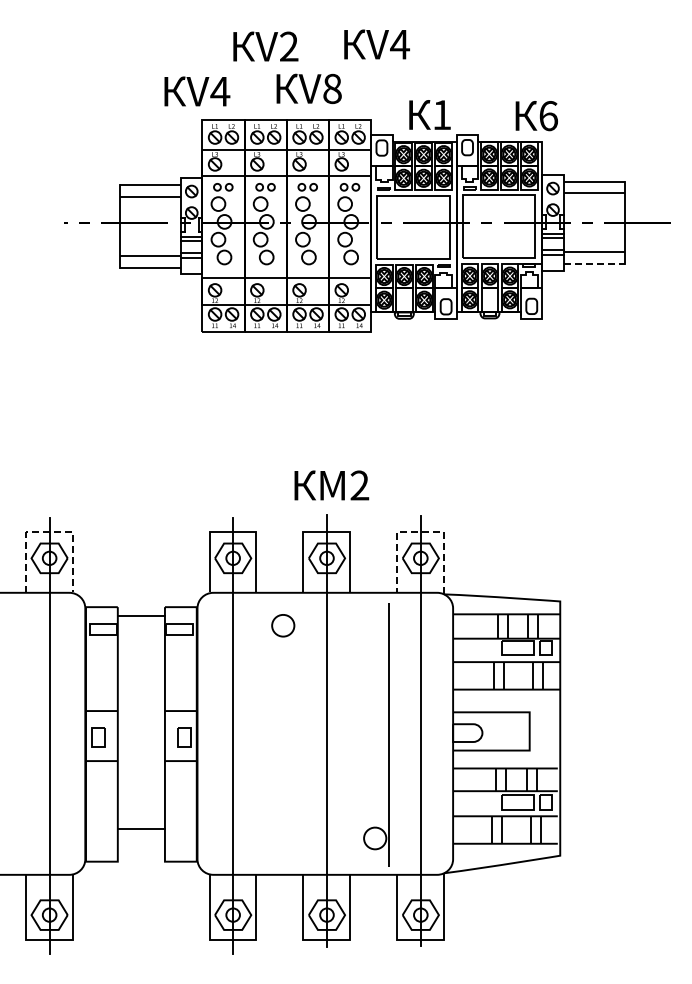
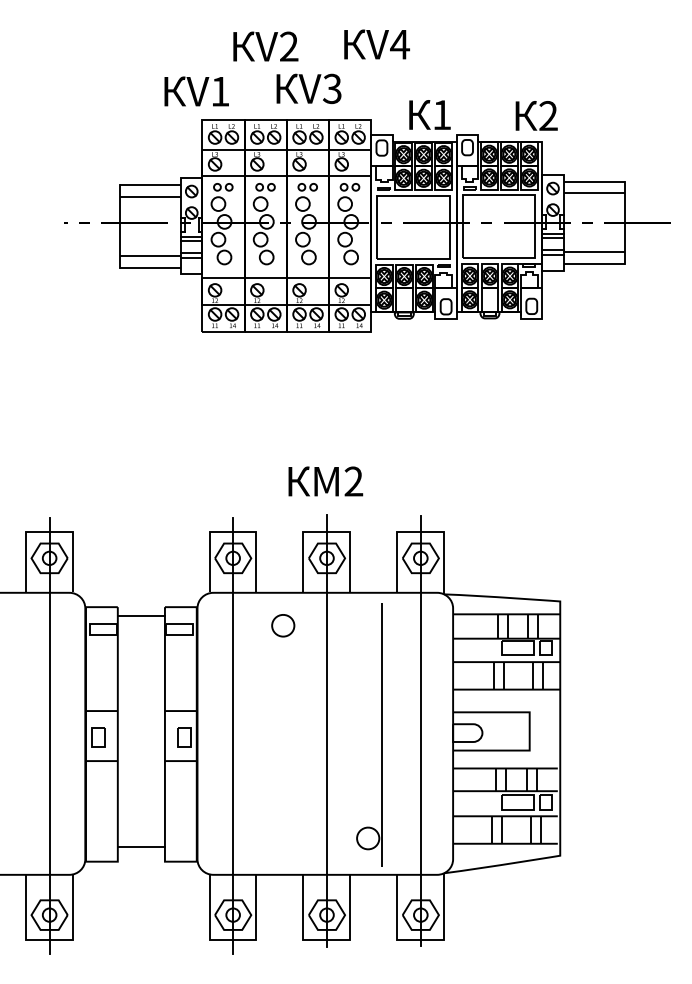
text at (332, 88): V8 -> V3
text at (220, 91): V4 -> V1
text at (548, 116): 6 -> 2
line at (594, 263): dashed -> solid
text at (331, 485) position: (331, 485) -> (325, 481)
line at (50, 532): dashed -> solid
line at (421, 532): dashed -> solid
part at (388, 734) position: (388, 734) -> (381, 734)
line at (140, 828) position: (140, 828) -> (140, 846)
